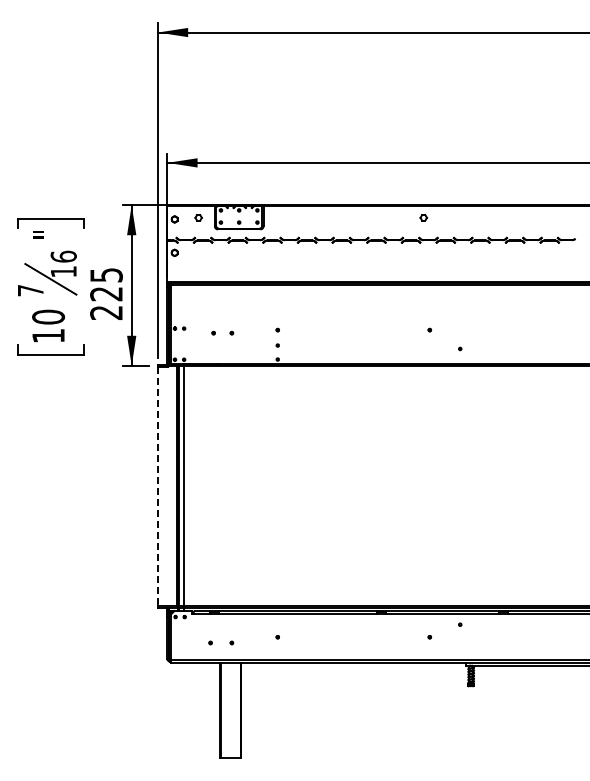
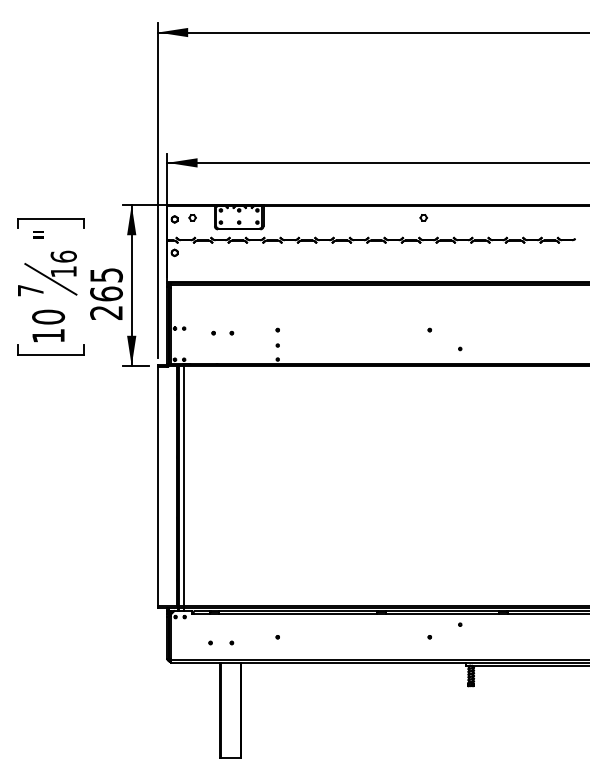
part at (198, 217) position: (198, 217) -> (192, 217)
text at (106, 293): 225 -> 265
line at (158, 486): dashed -> solid
